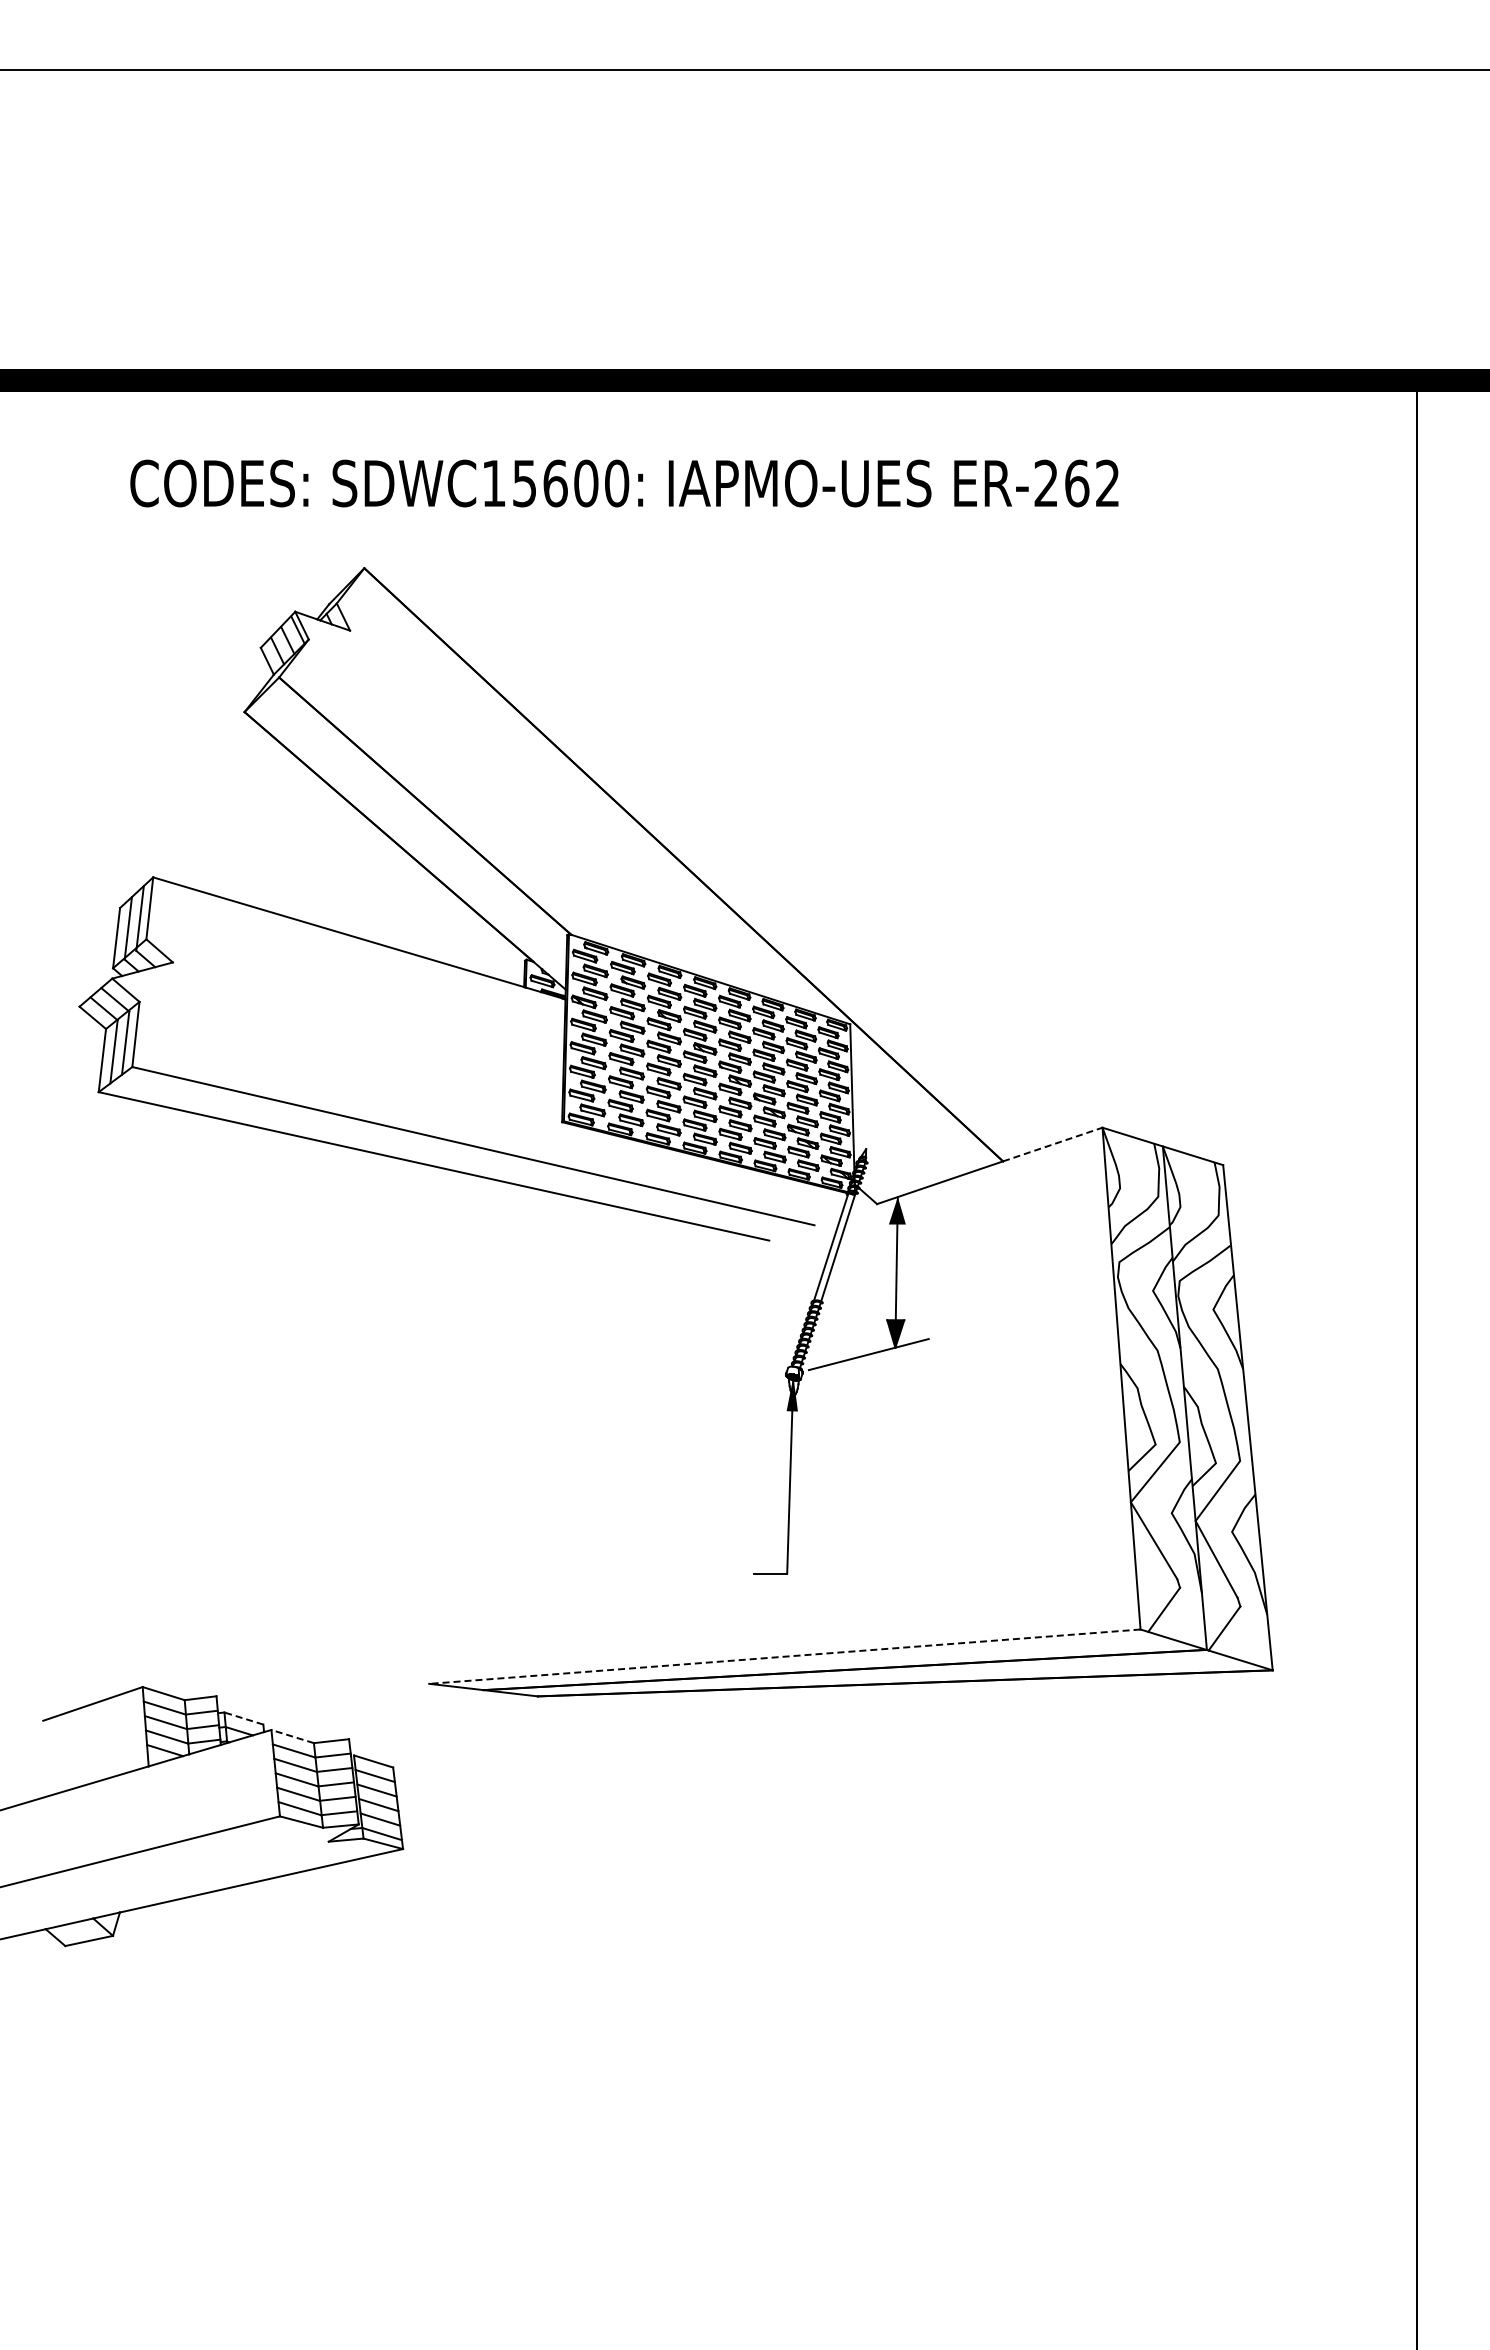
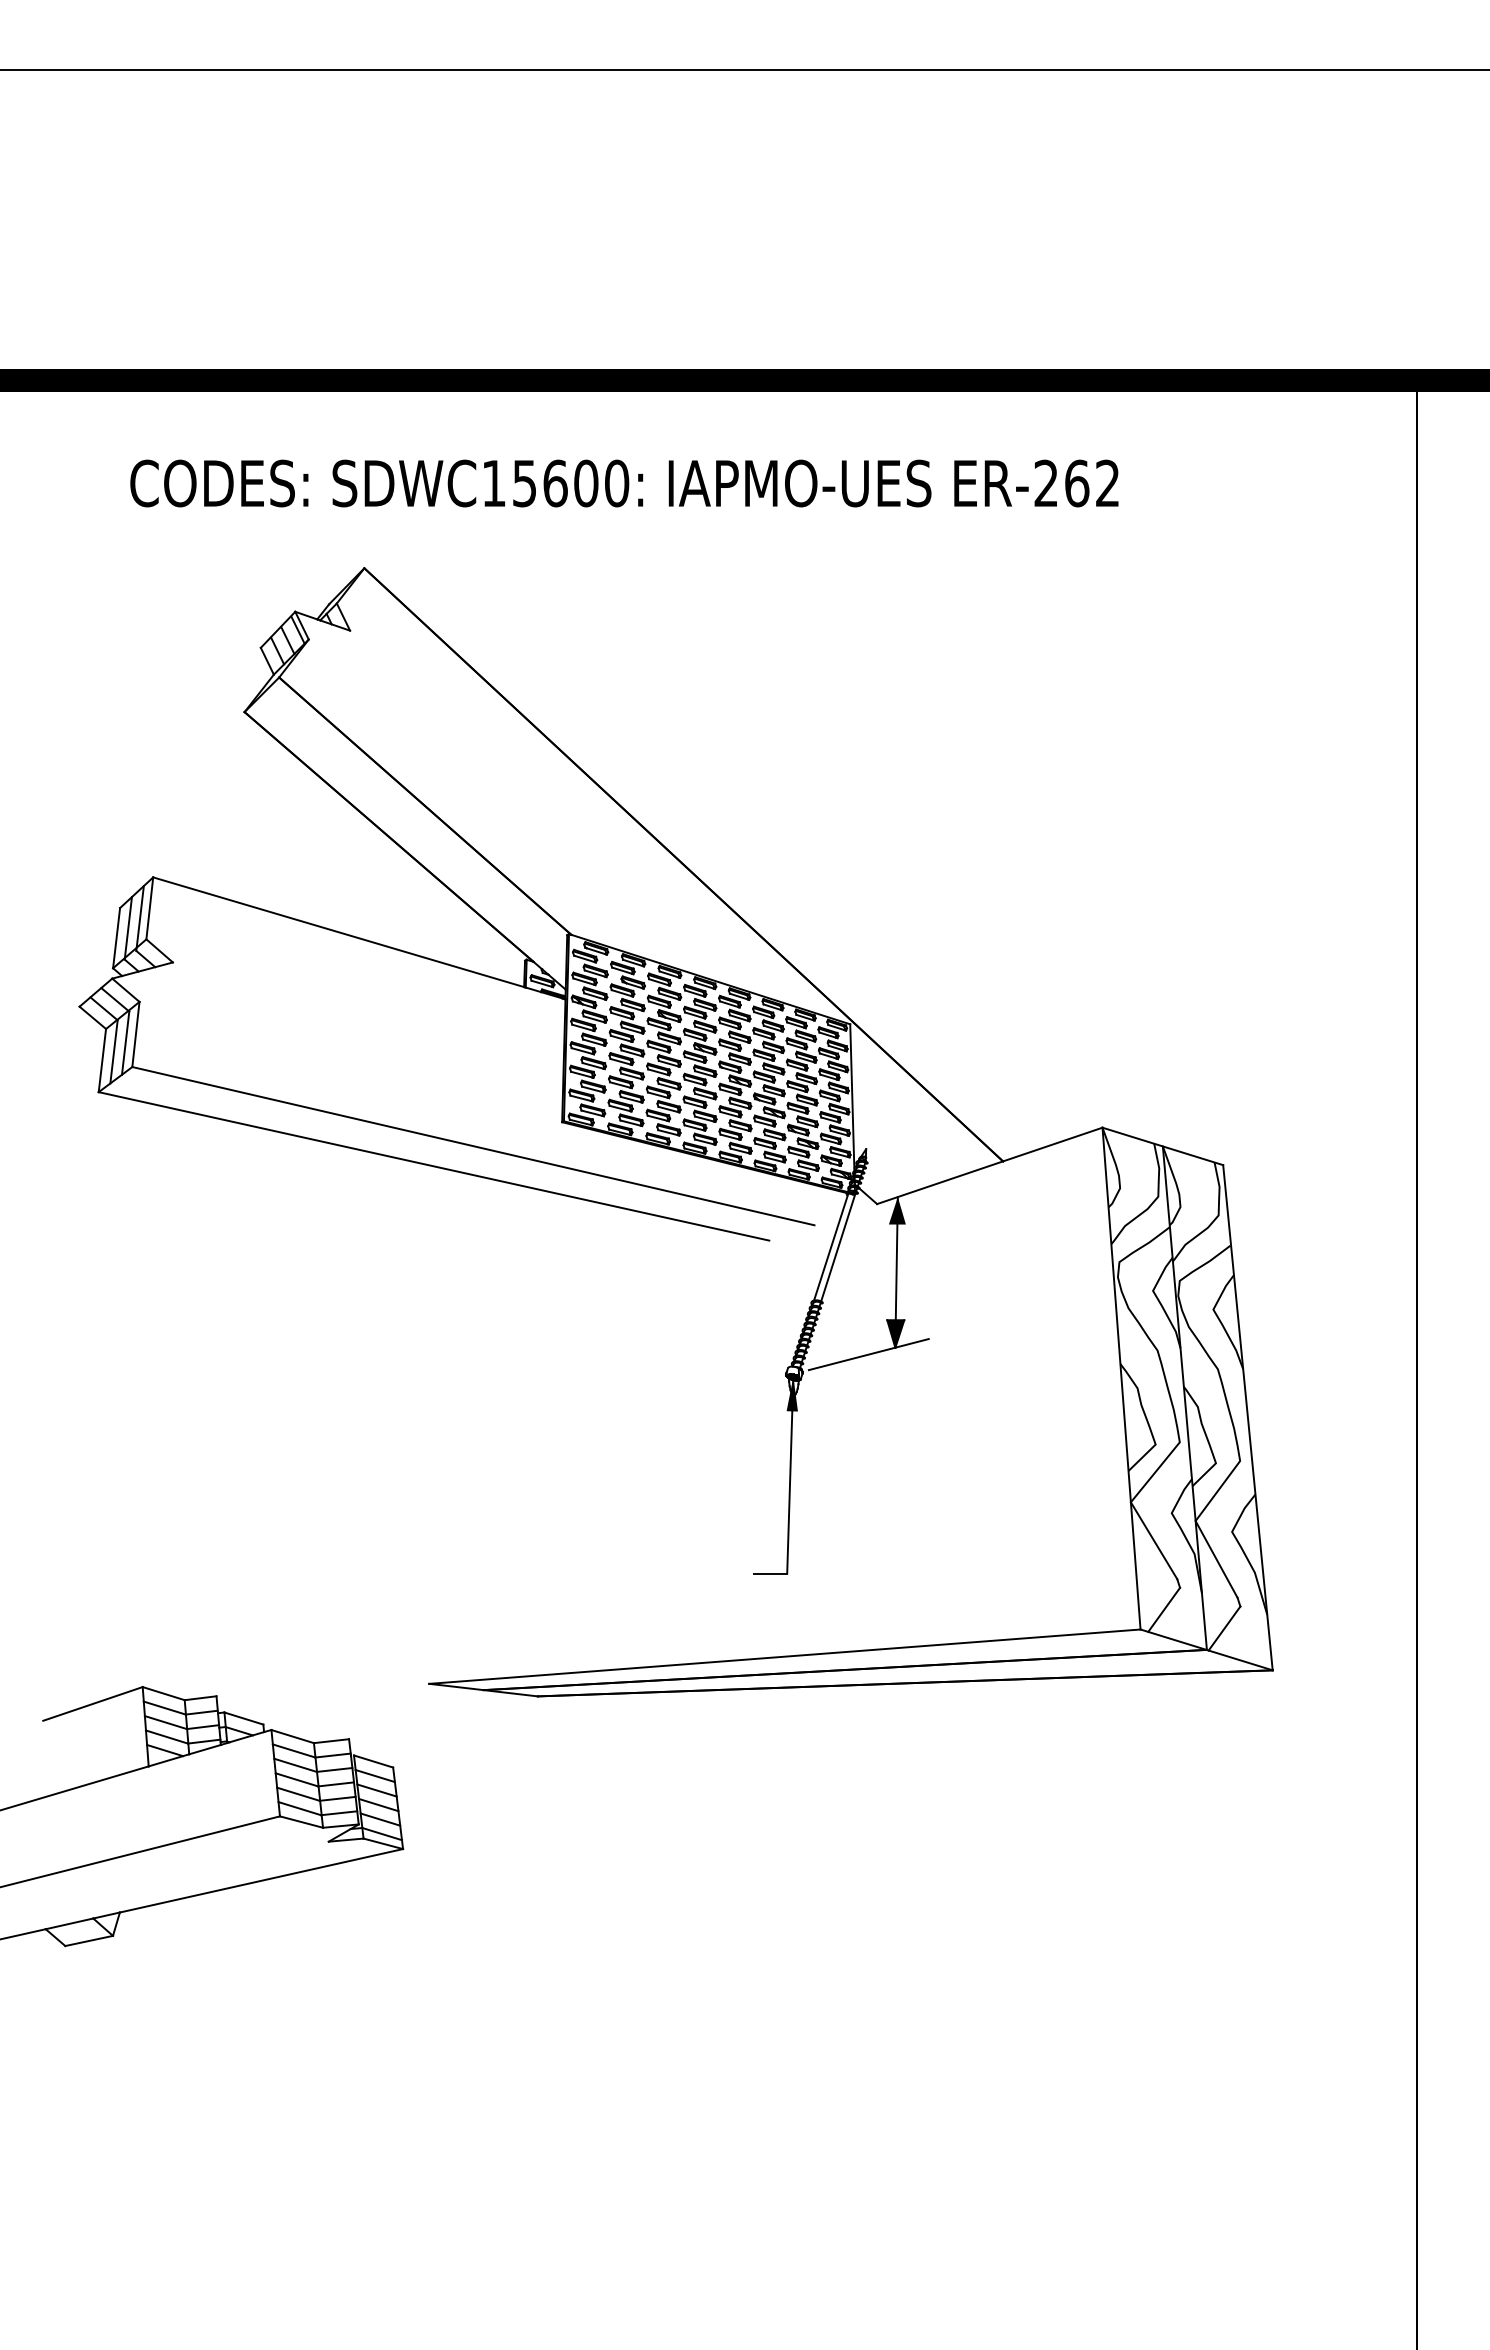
line at (1052, 1144): dashed -> solid
line at (784, 1656): dashed -> solid
line at (243, 1718): dashed -> solid
line at (292, 1736): dashed -> solid
